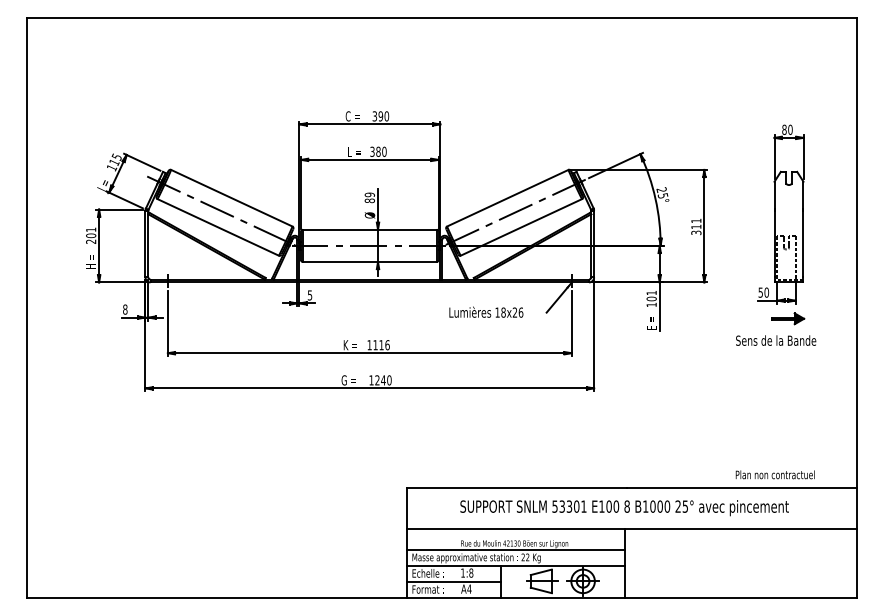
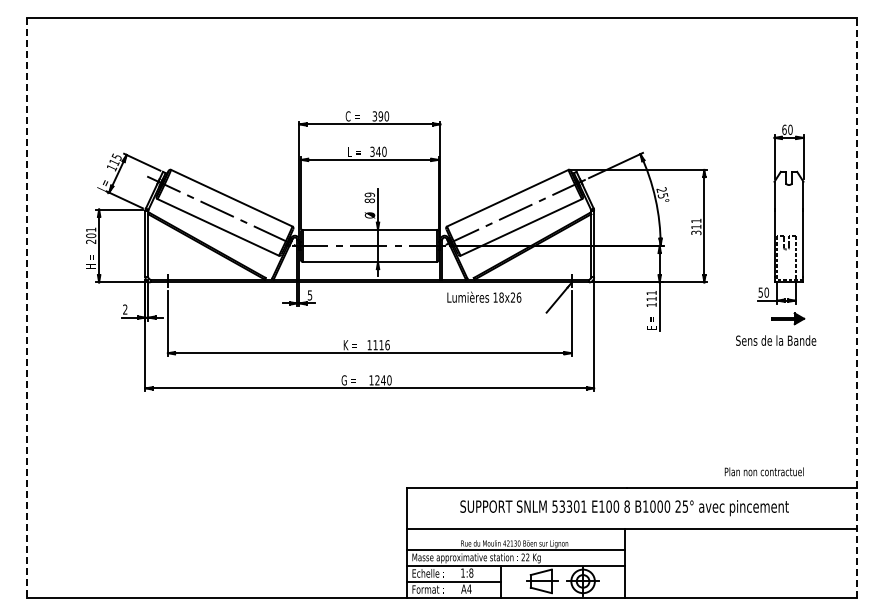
text at (784, 129): 80 -> 60
text at (378, 151): 380 -> 340
text at (651, 298): 101 -> 111
line at (26, 308): solid -> dashed
line at (857, 308): solid -> dashed
text at (125, 309): 8 -> 2
text at (486, 311) position: (486, 311) -> (484, 296)
text at (774, 474) position: (774, 474) -> (763, 471)
